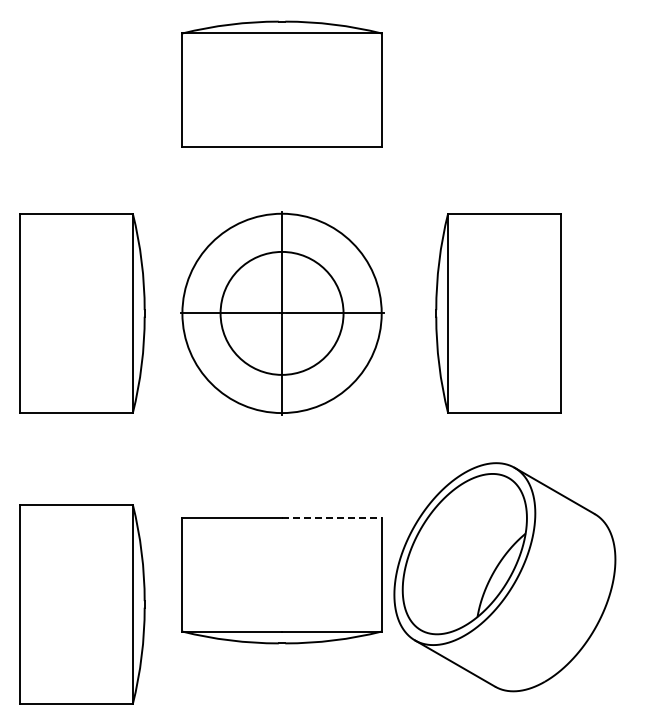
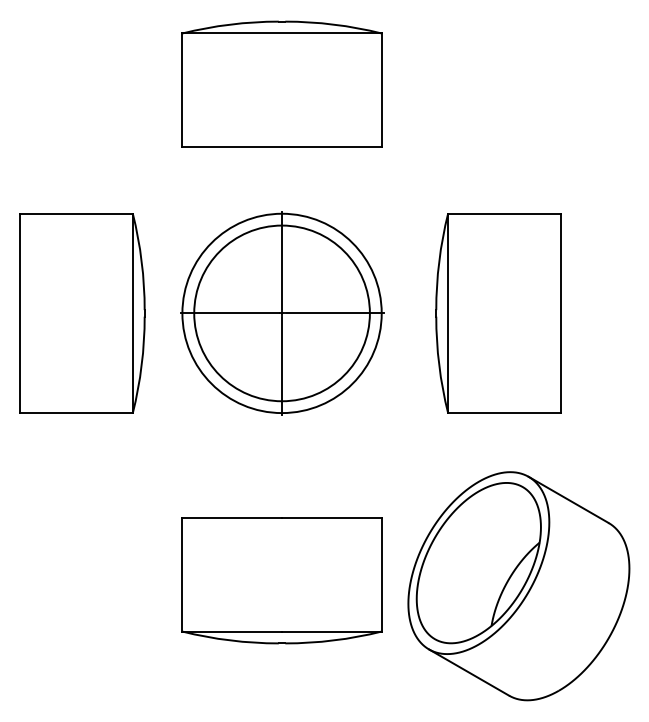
circle at (281, 312) diameter: 123 px -> 176 px
line at (331, 518): dashed -> solid
part at (504, 577) position: (504, 577) -> (518, 586)
part at (82, 604): present -> none
